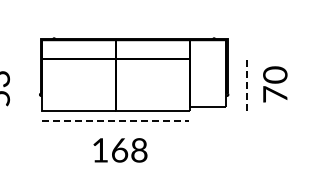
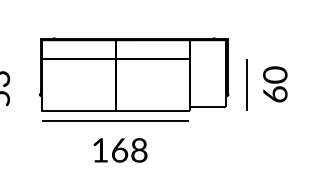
line at (247, 84): dashed -> solid
text at (275, 94): 70 -> 60
line at (115, 121): dashed -> solid
